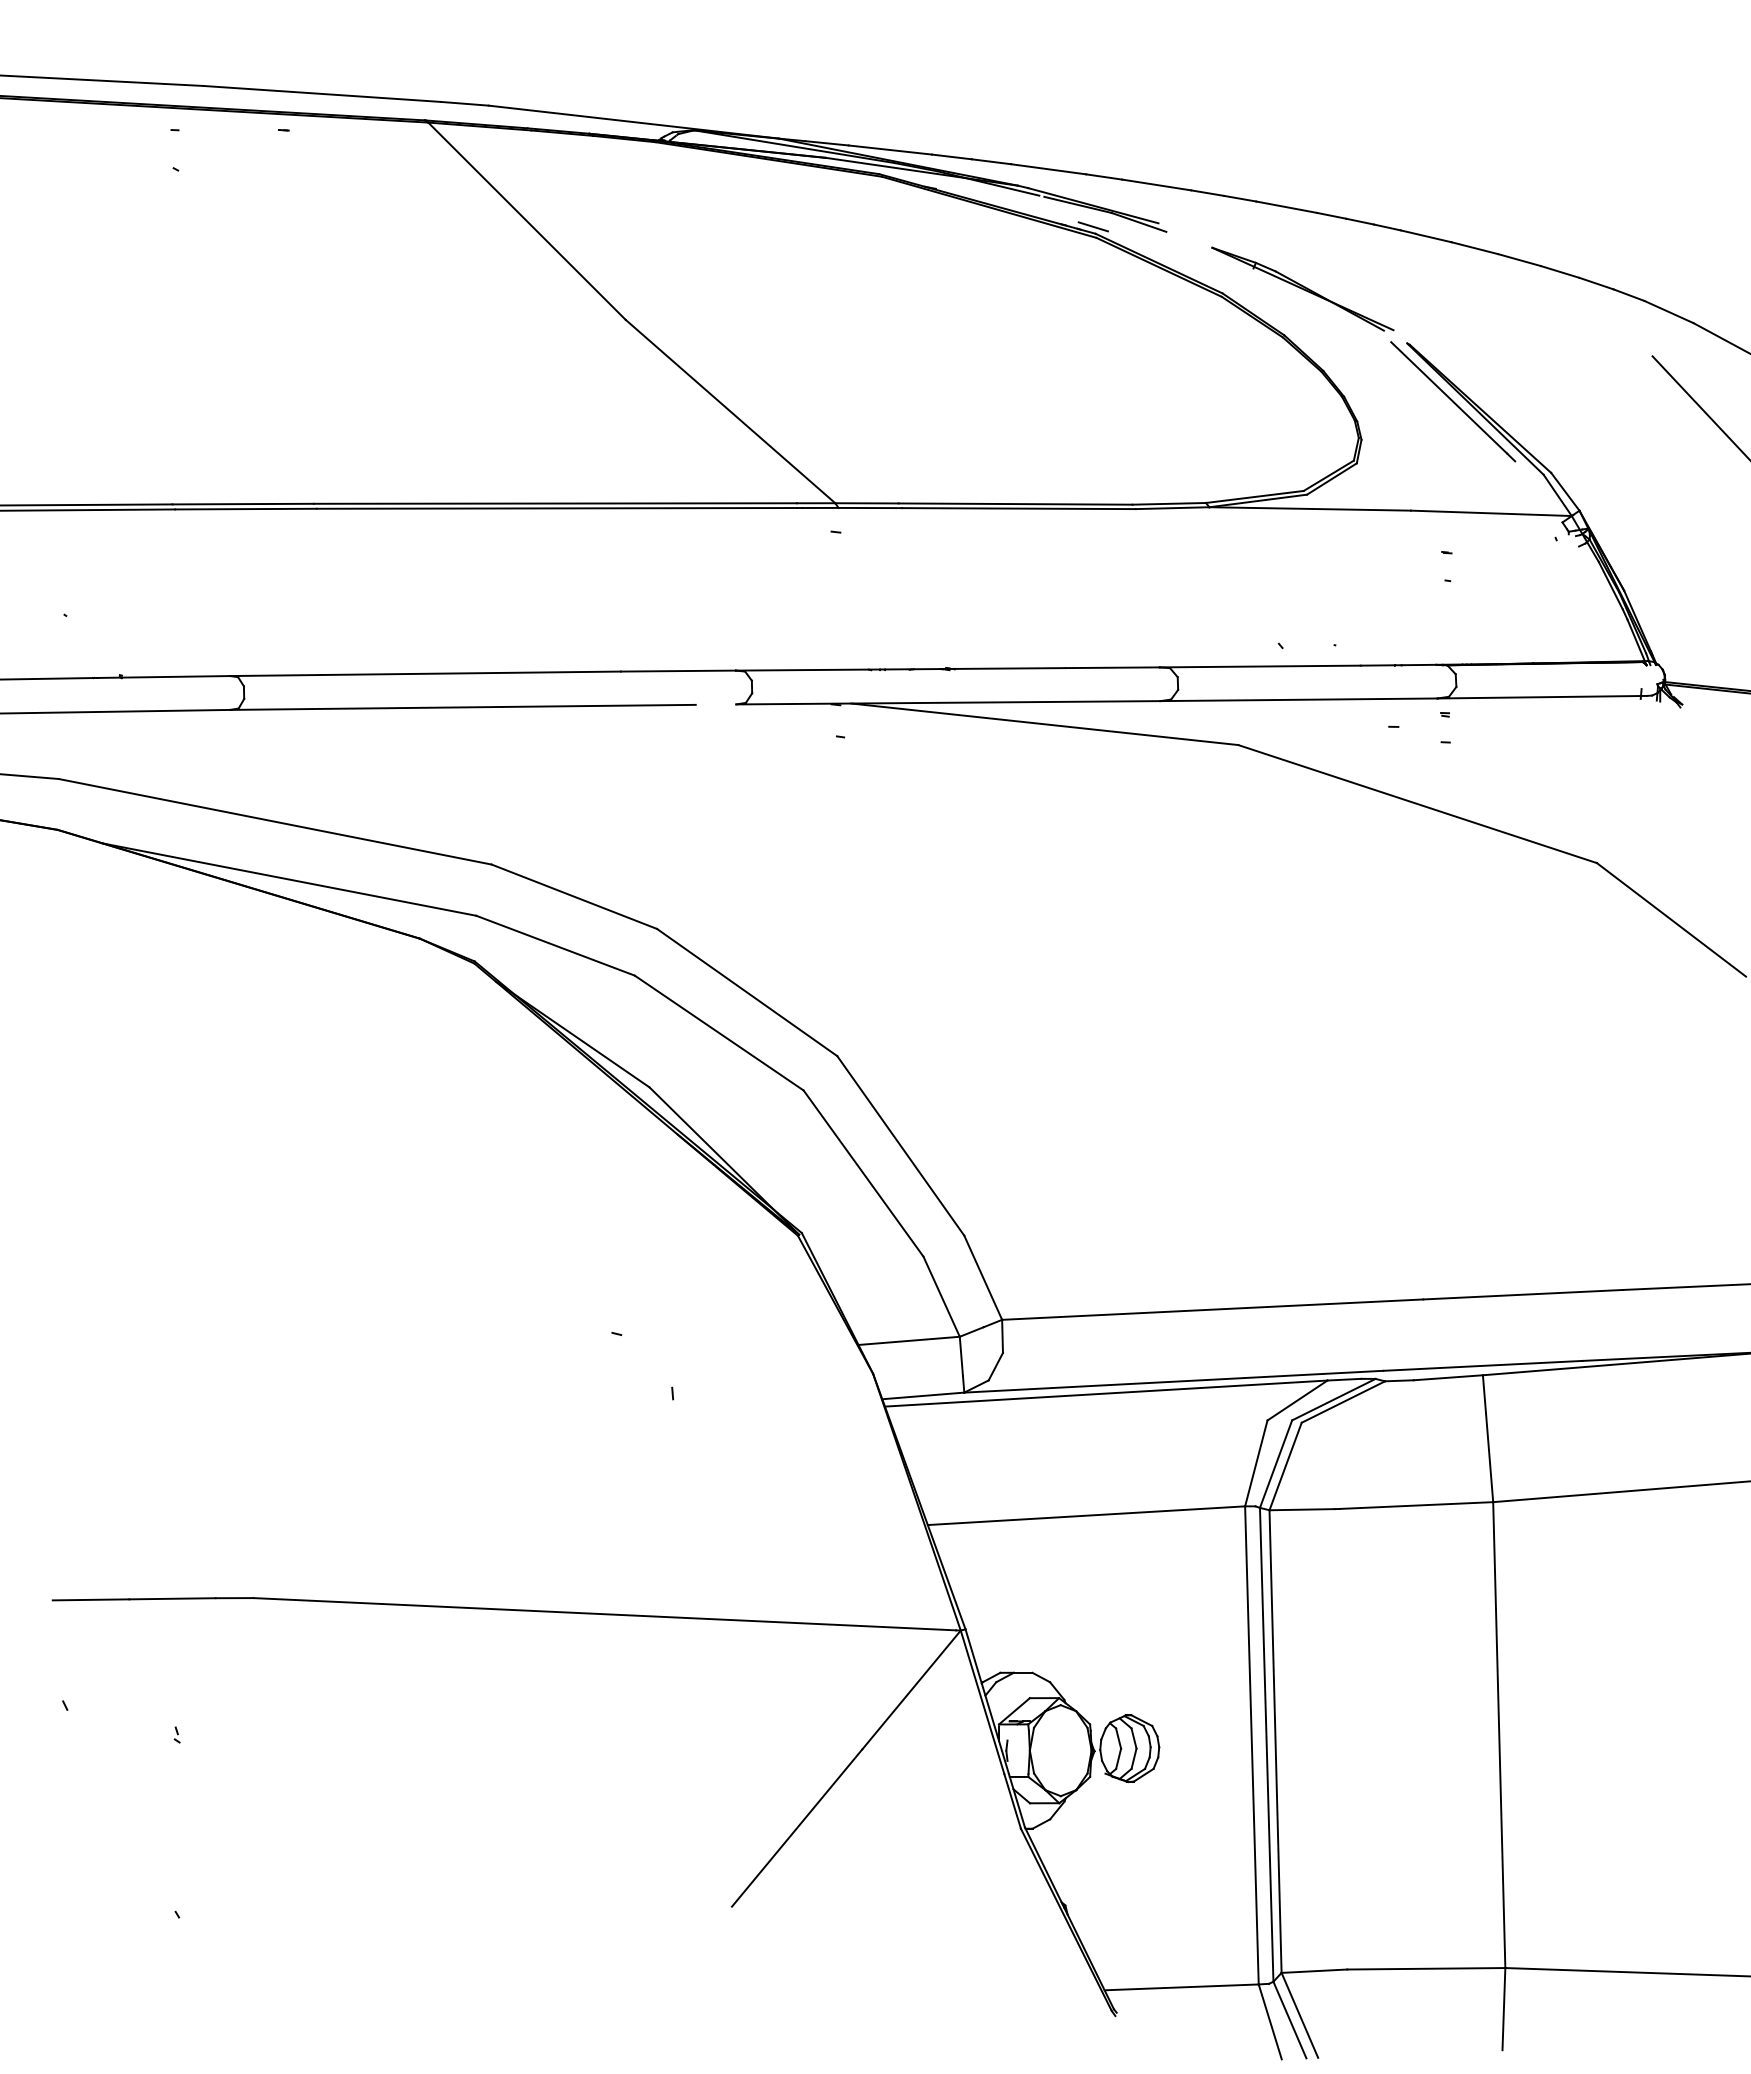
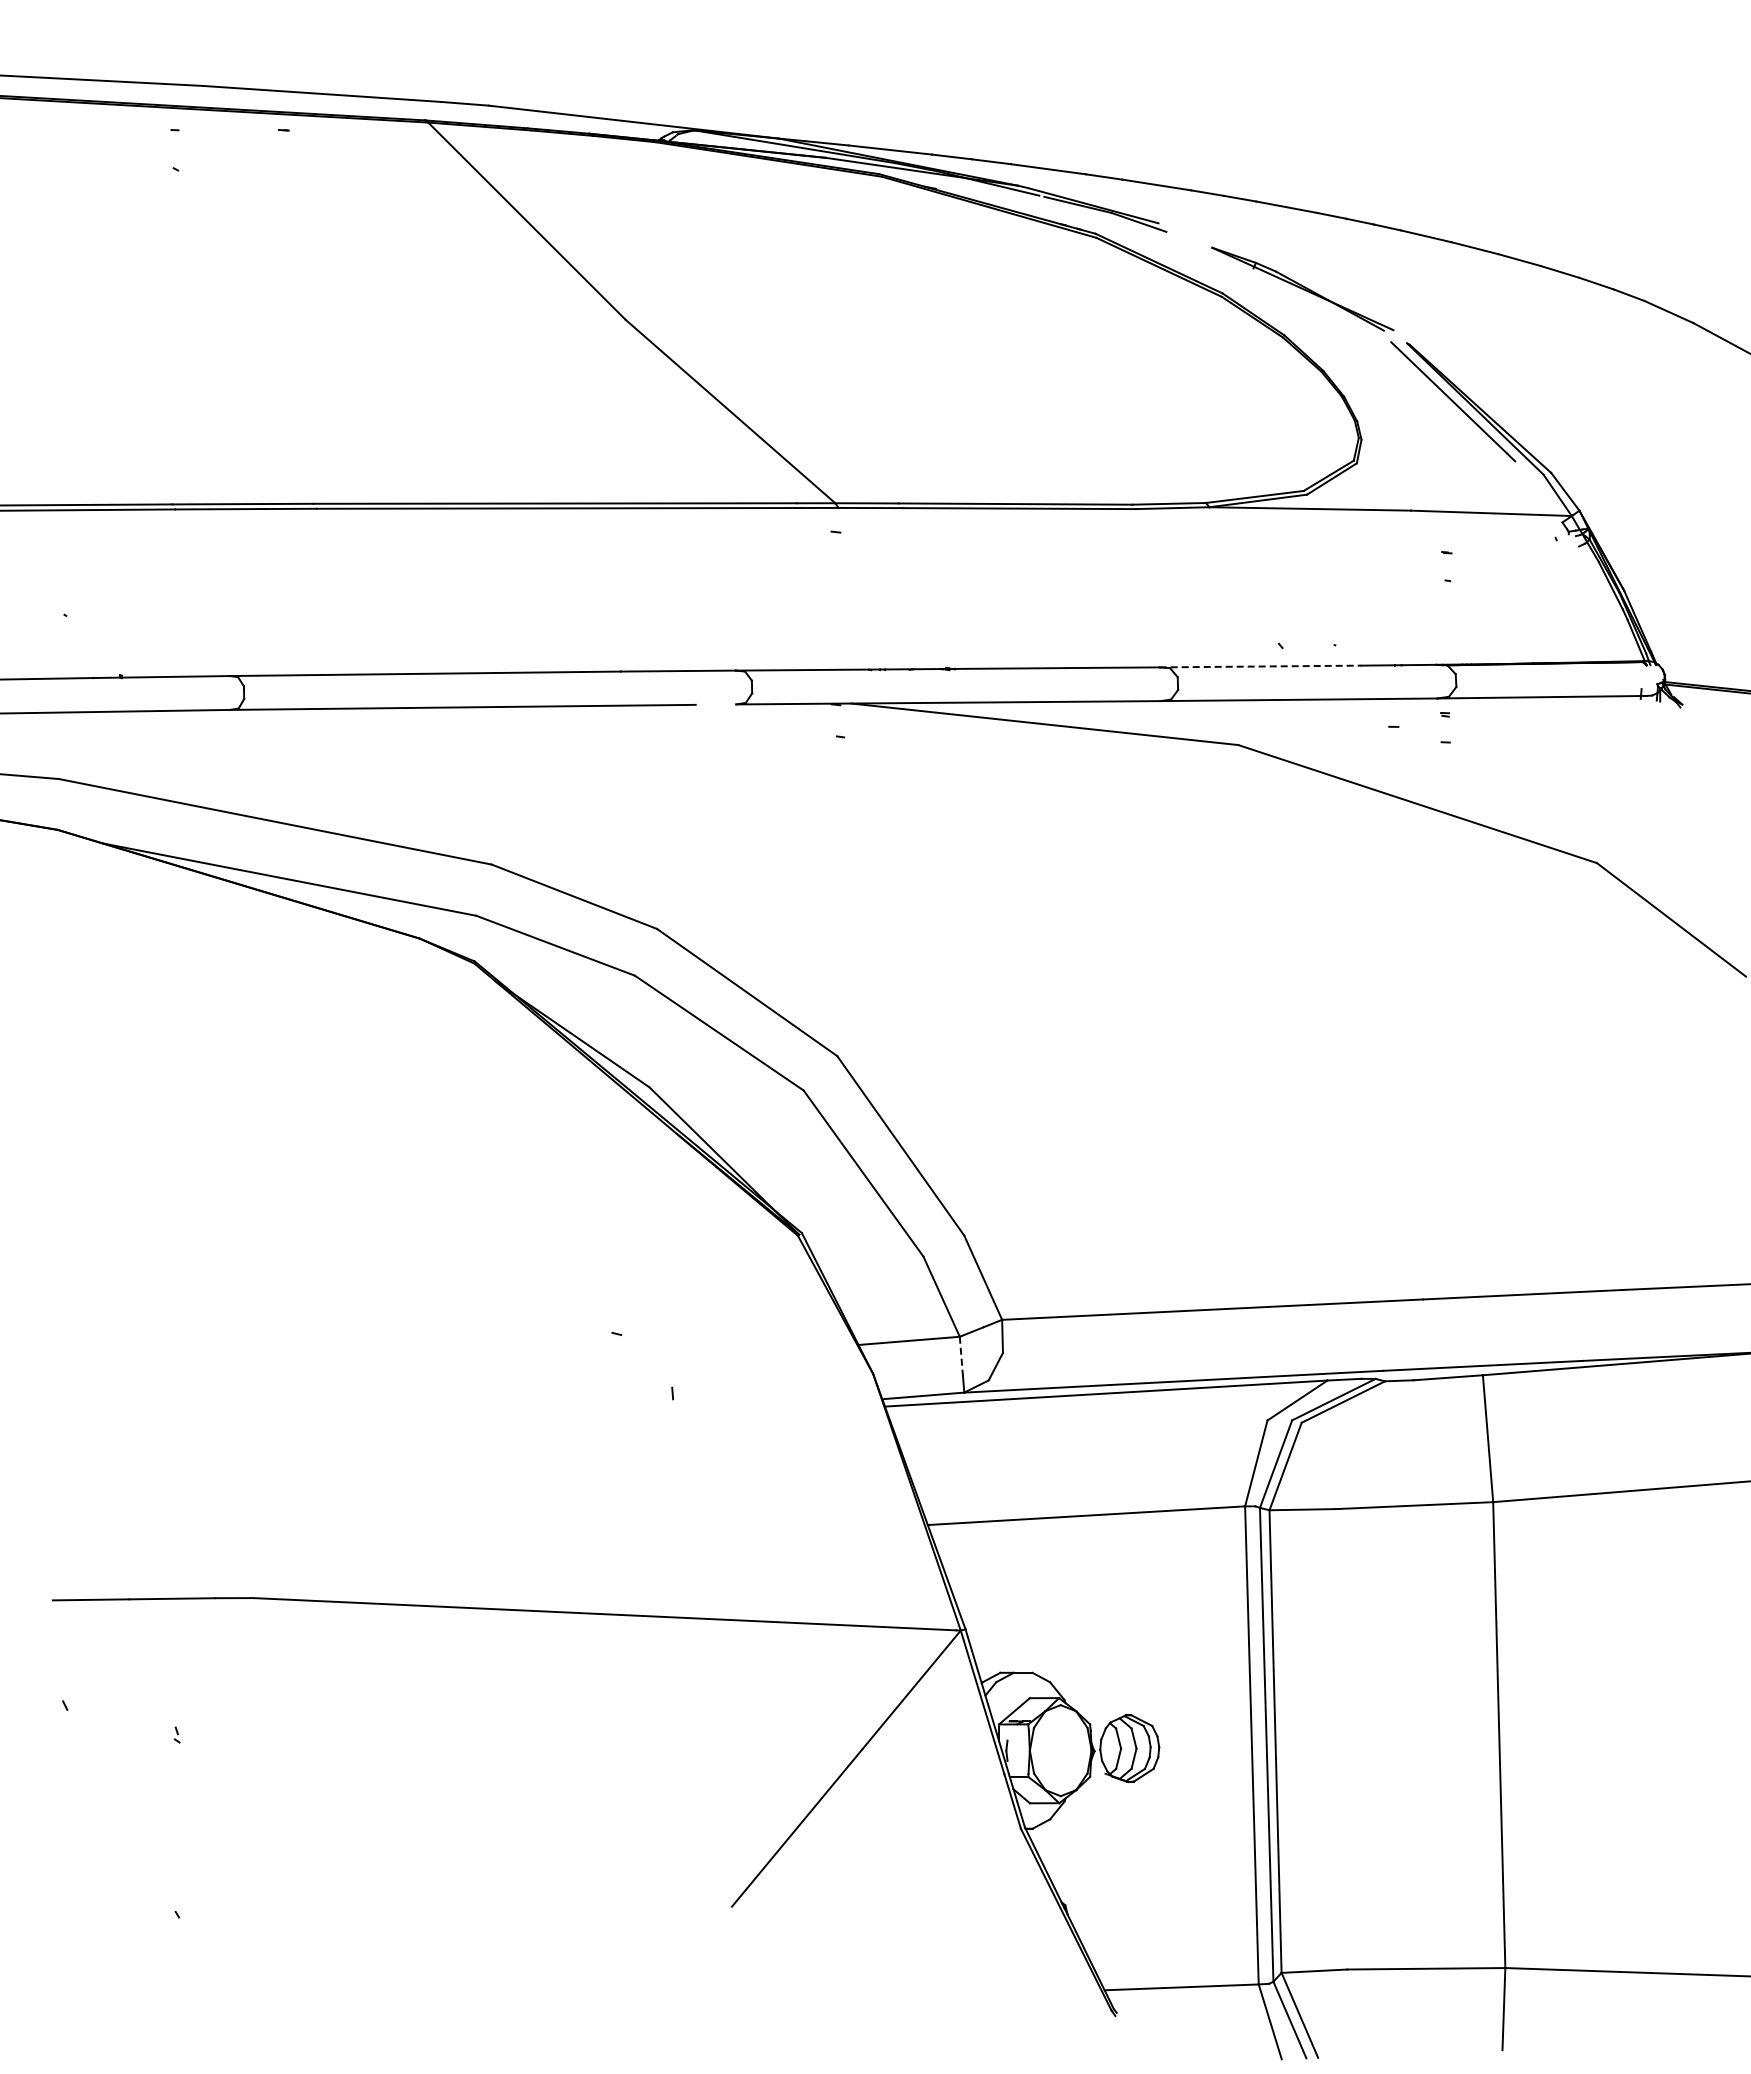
line at (1093, 226): present -> none
line at (1699, 406): present -> none
line at (1260, 666): solid -> dashed
line at (961, 1356): solid -> dashed
